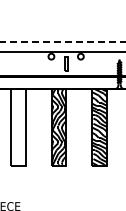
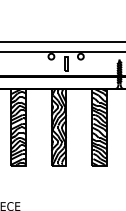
line at (63, 41): dashed -> solid
hatch at (18, 127): none -> present
